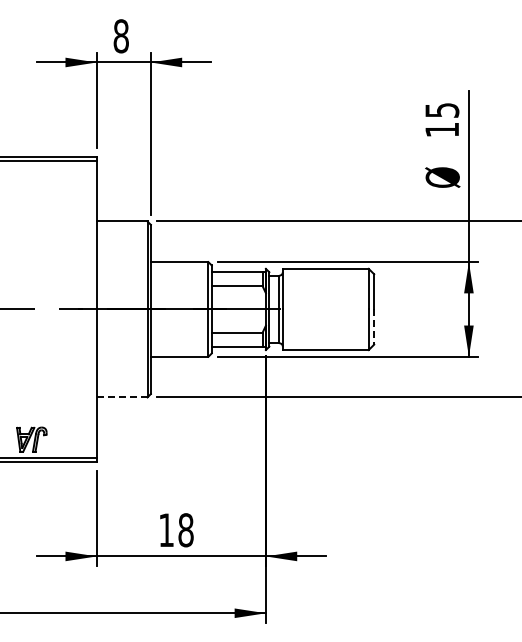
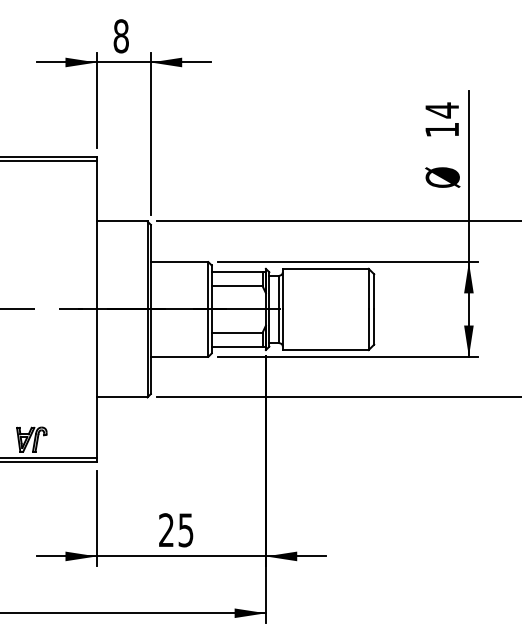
text at (442, 110): 15 -> 14
line at (374, 327): dashed -> solid
line at (122, 397): dashed -> solid
text at (176, 530): 18 -> 25
